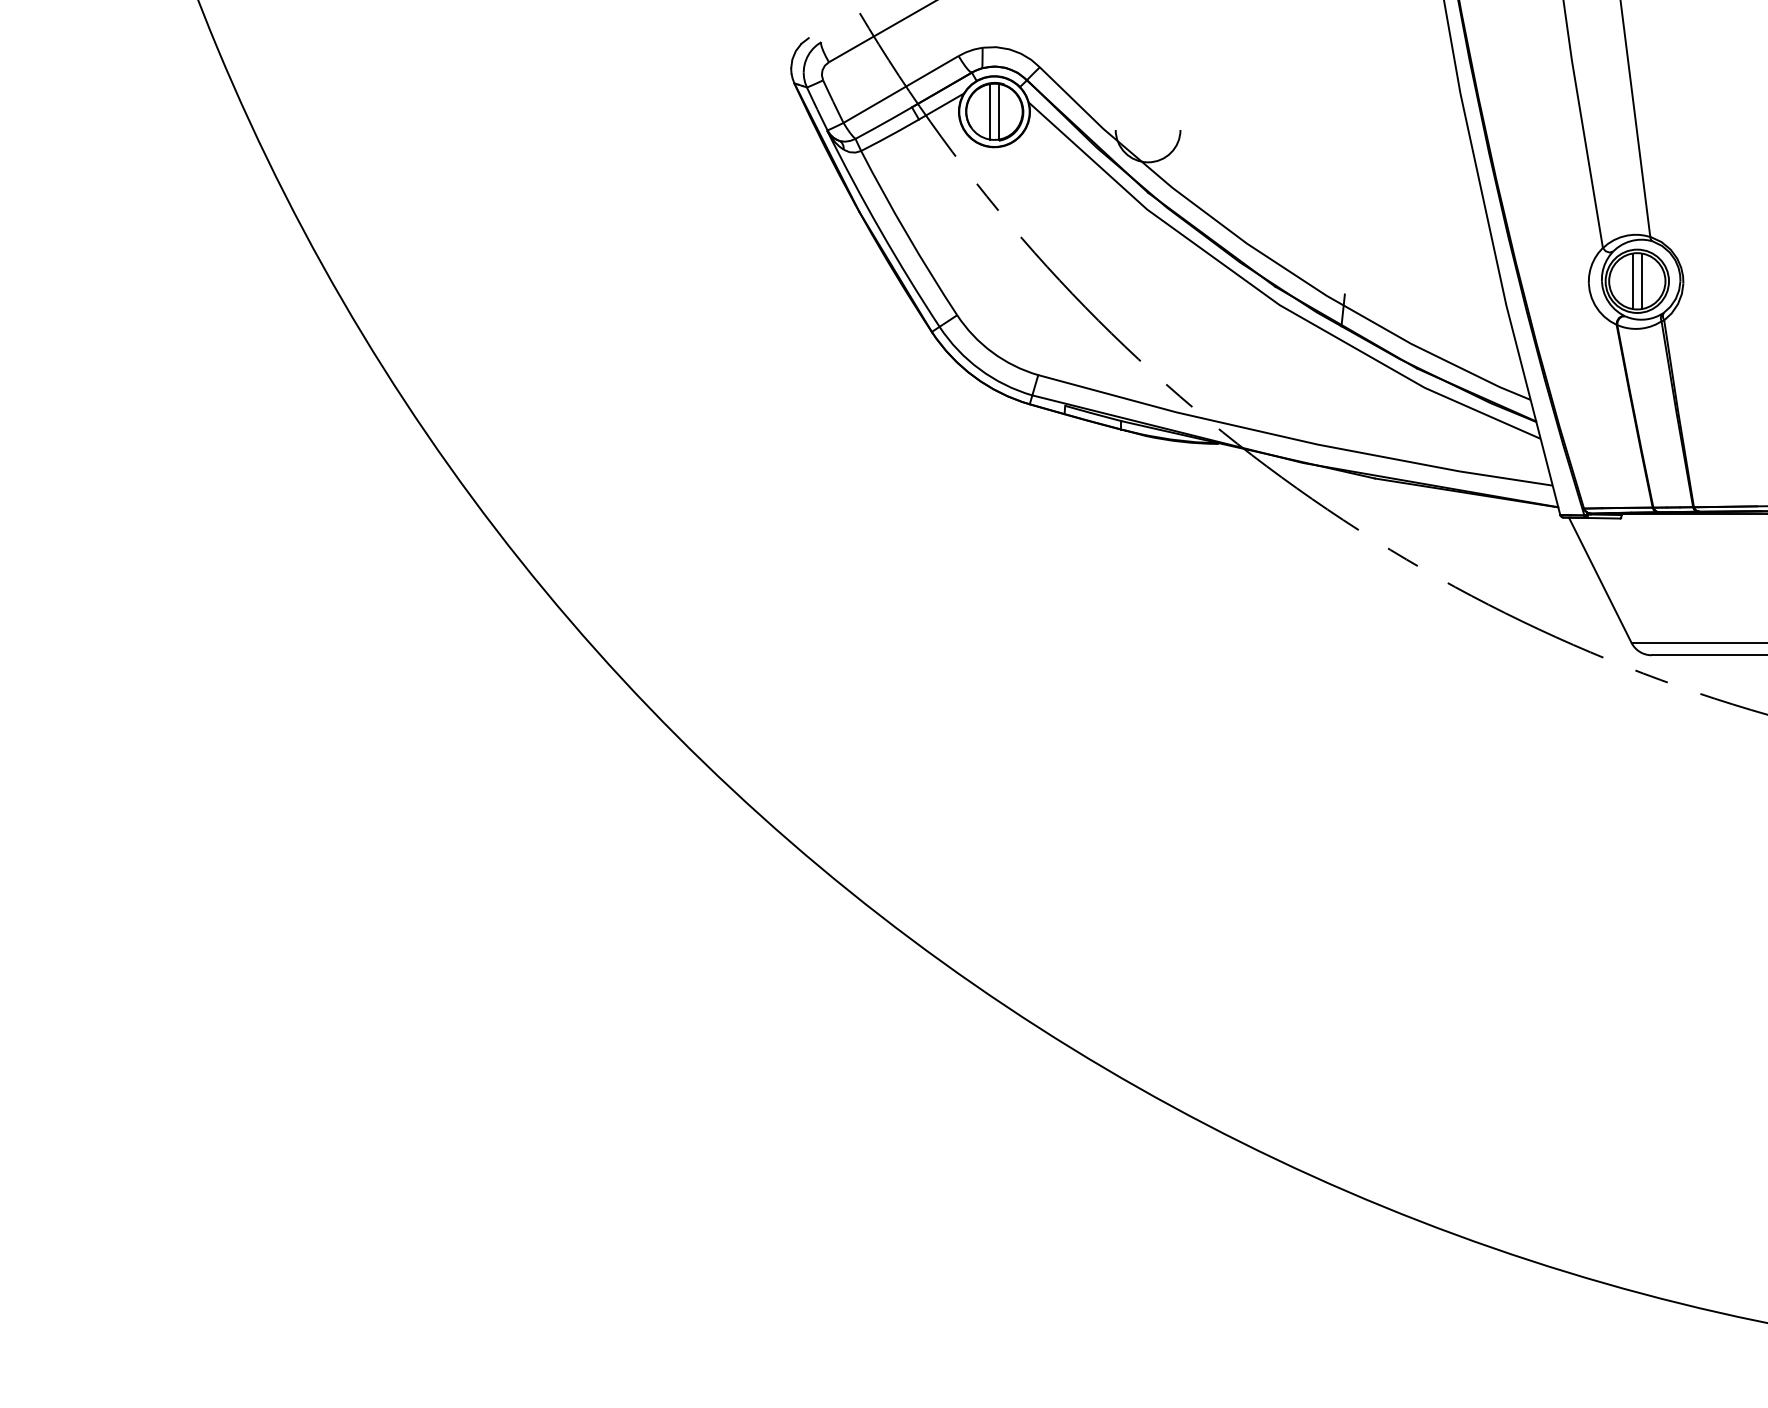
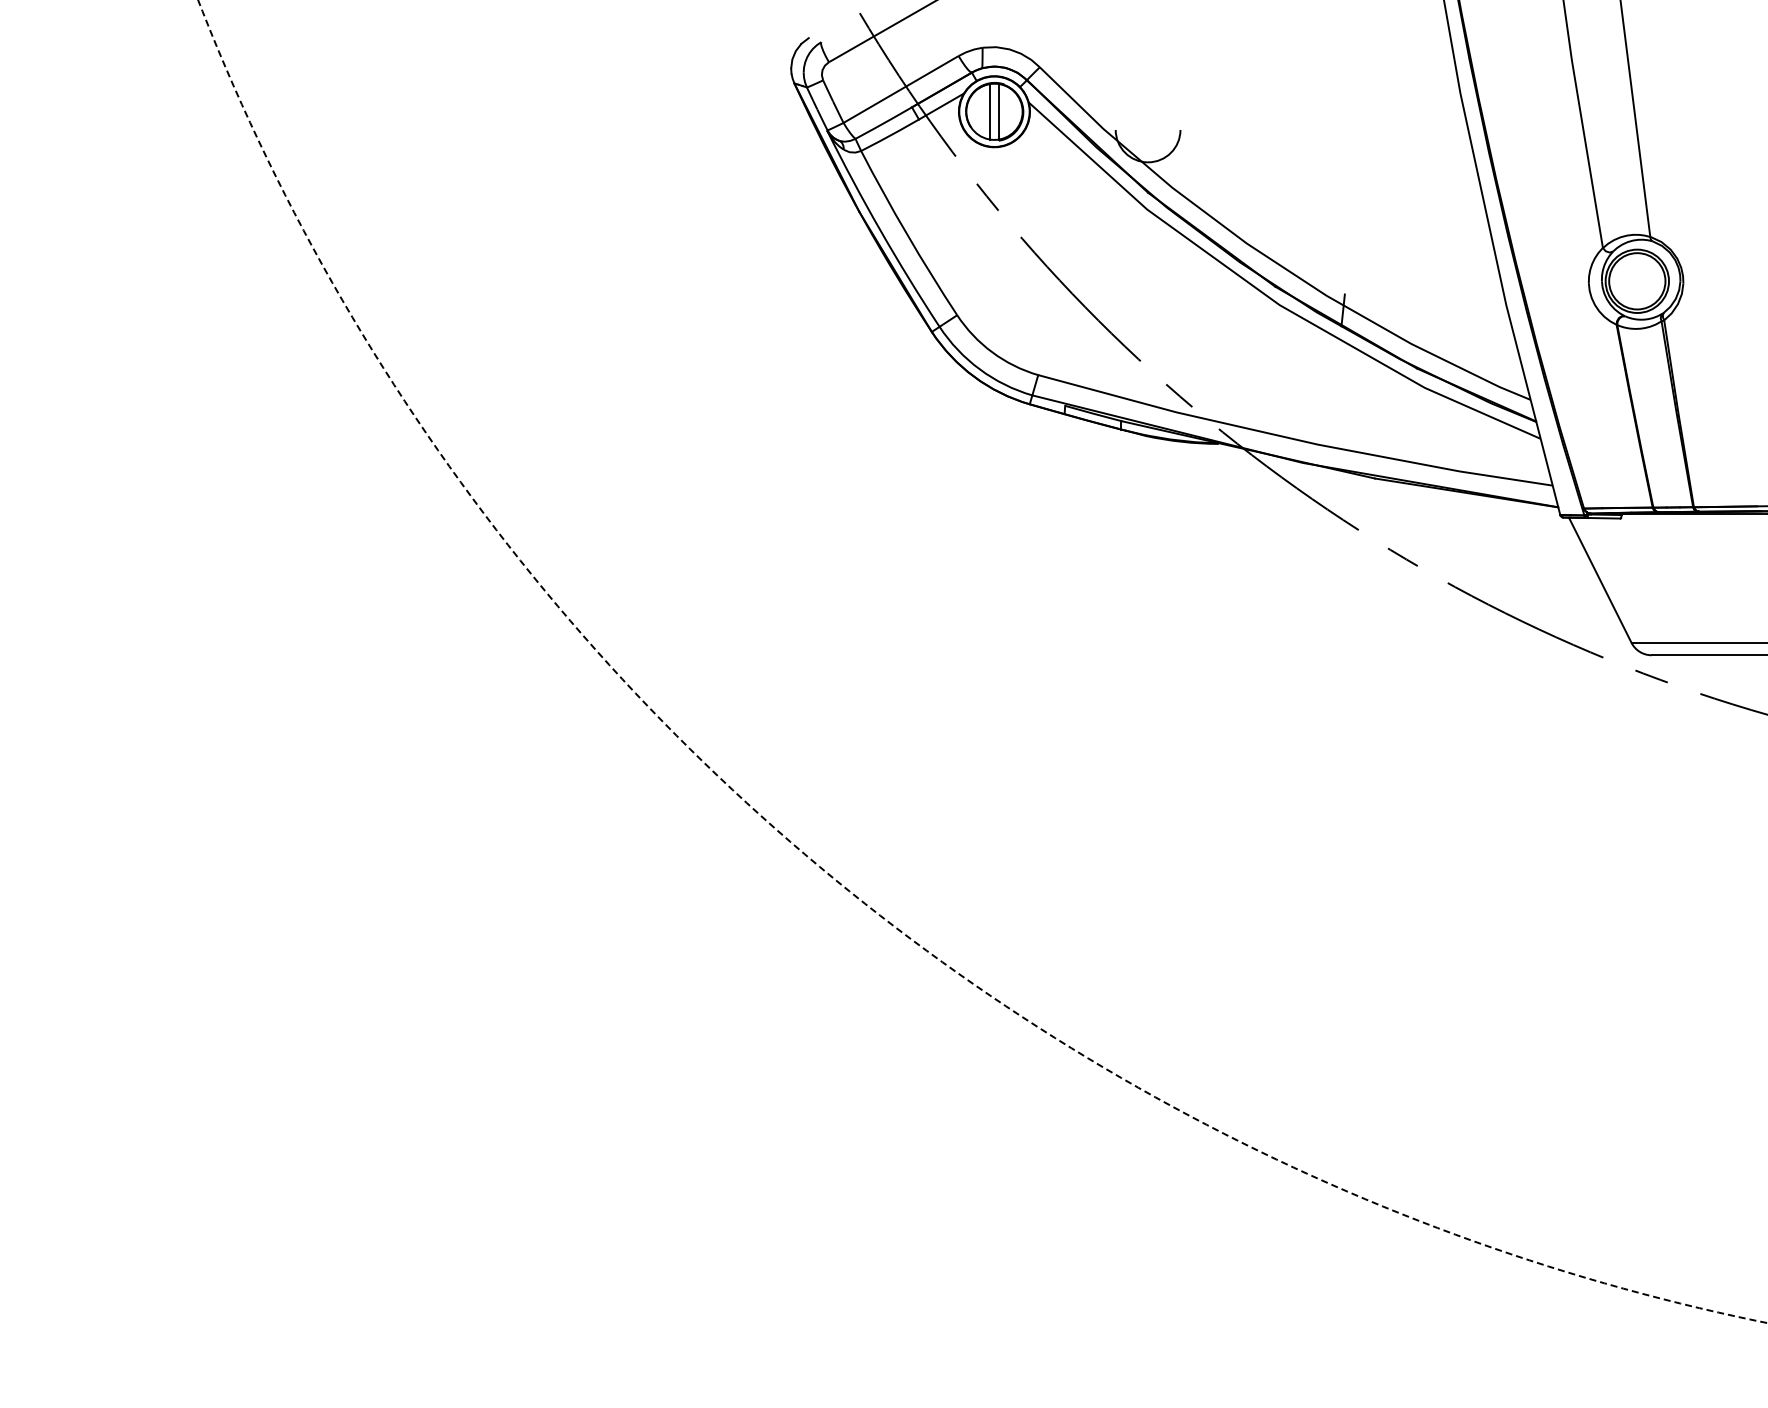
line at (1632, 281): present -> none
line at (1641, 281): present -> none
arc at (812, 861): solid -> dashed
